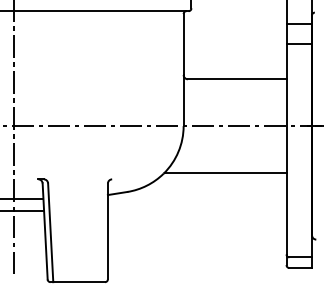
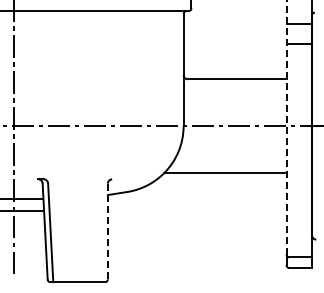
line at (286, 127): solid -> dashed
line at (107, 231): solid -> dashed
